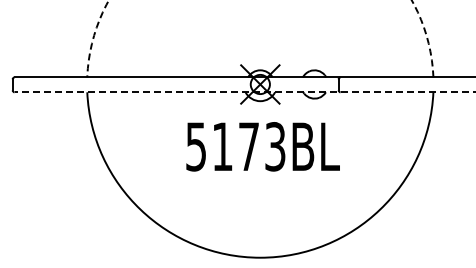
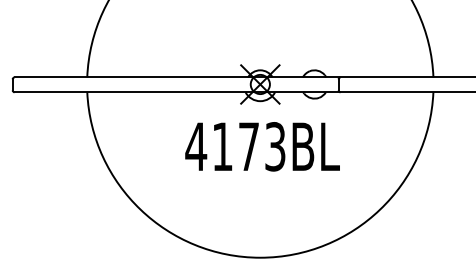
arc at (109, 0): dashed -> solid
line at (244, 92): dashed -> solid
text at (196, 146): 5173BL -> 4173BL
